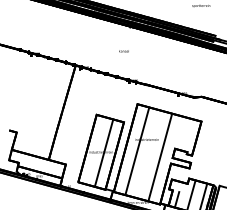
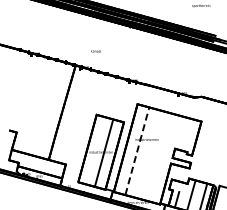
text at (123, 51) position: (123, 51) -> (95, 51)
line at (137, 150): solid -> dashed
line at (160, 157): present -> none
